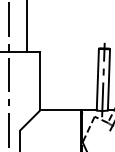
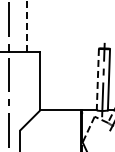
line at (26, 25): solid -> dashed
line at (97, 79): solid -> dashed
